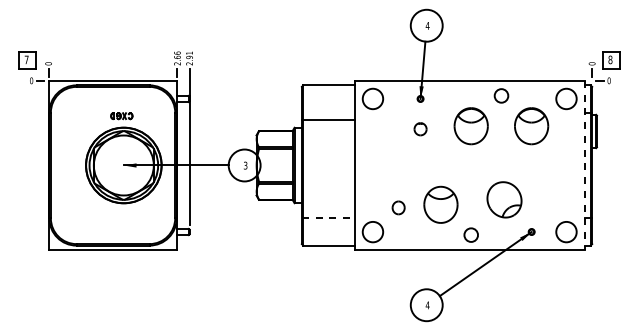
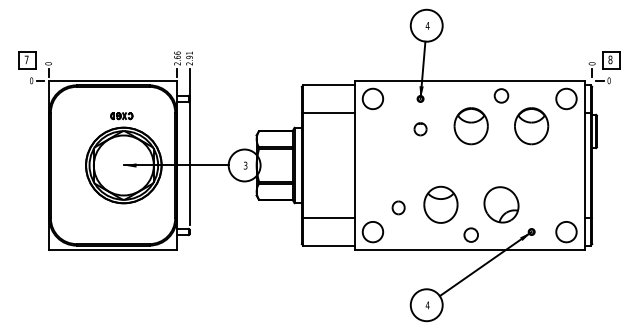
line at (327, 119) position: (327, 119) -> (327, 112)
line at (584, 165): dashed -> solid
part at (504, 199) position: (504, 199) -> (501, 204)
line at (328, 218): dashed -> solid
